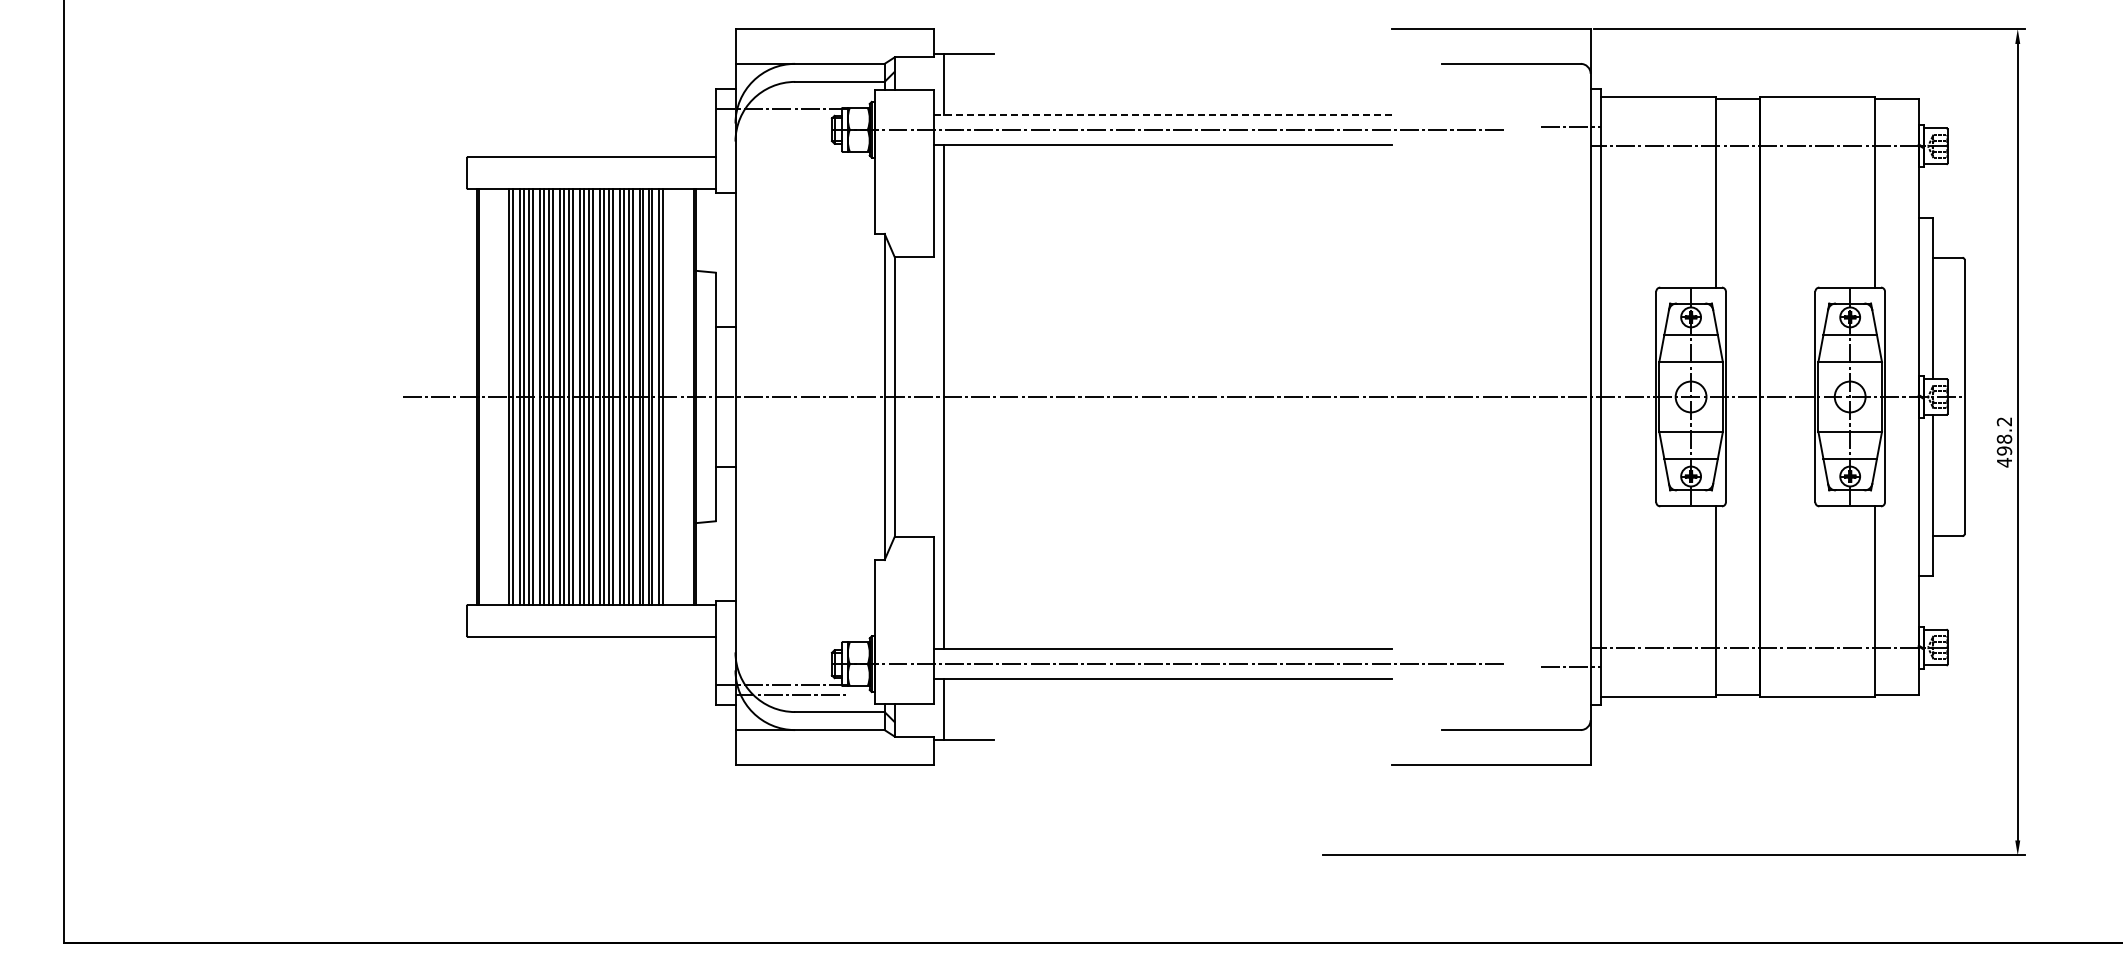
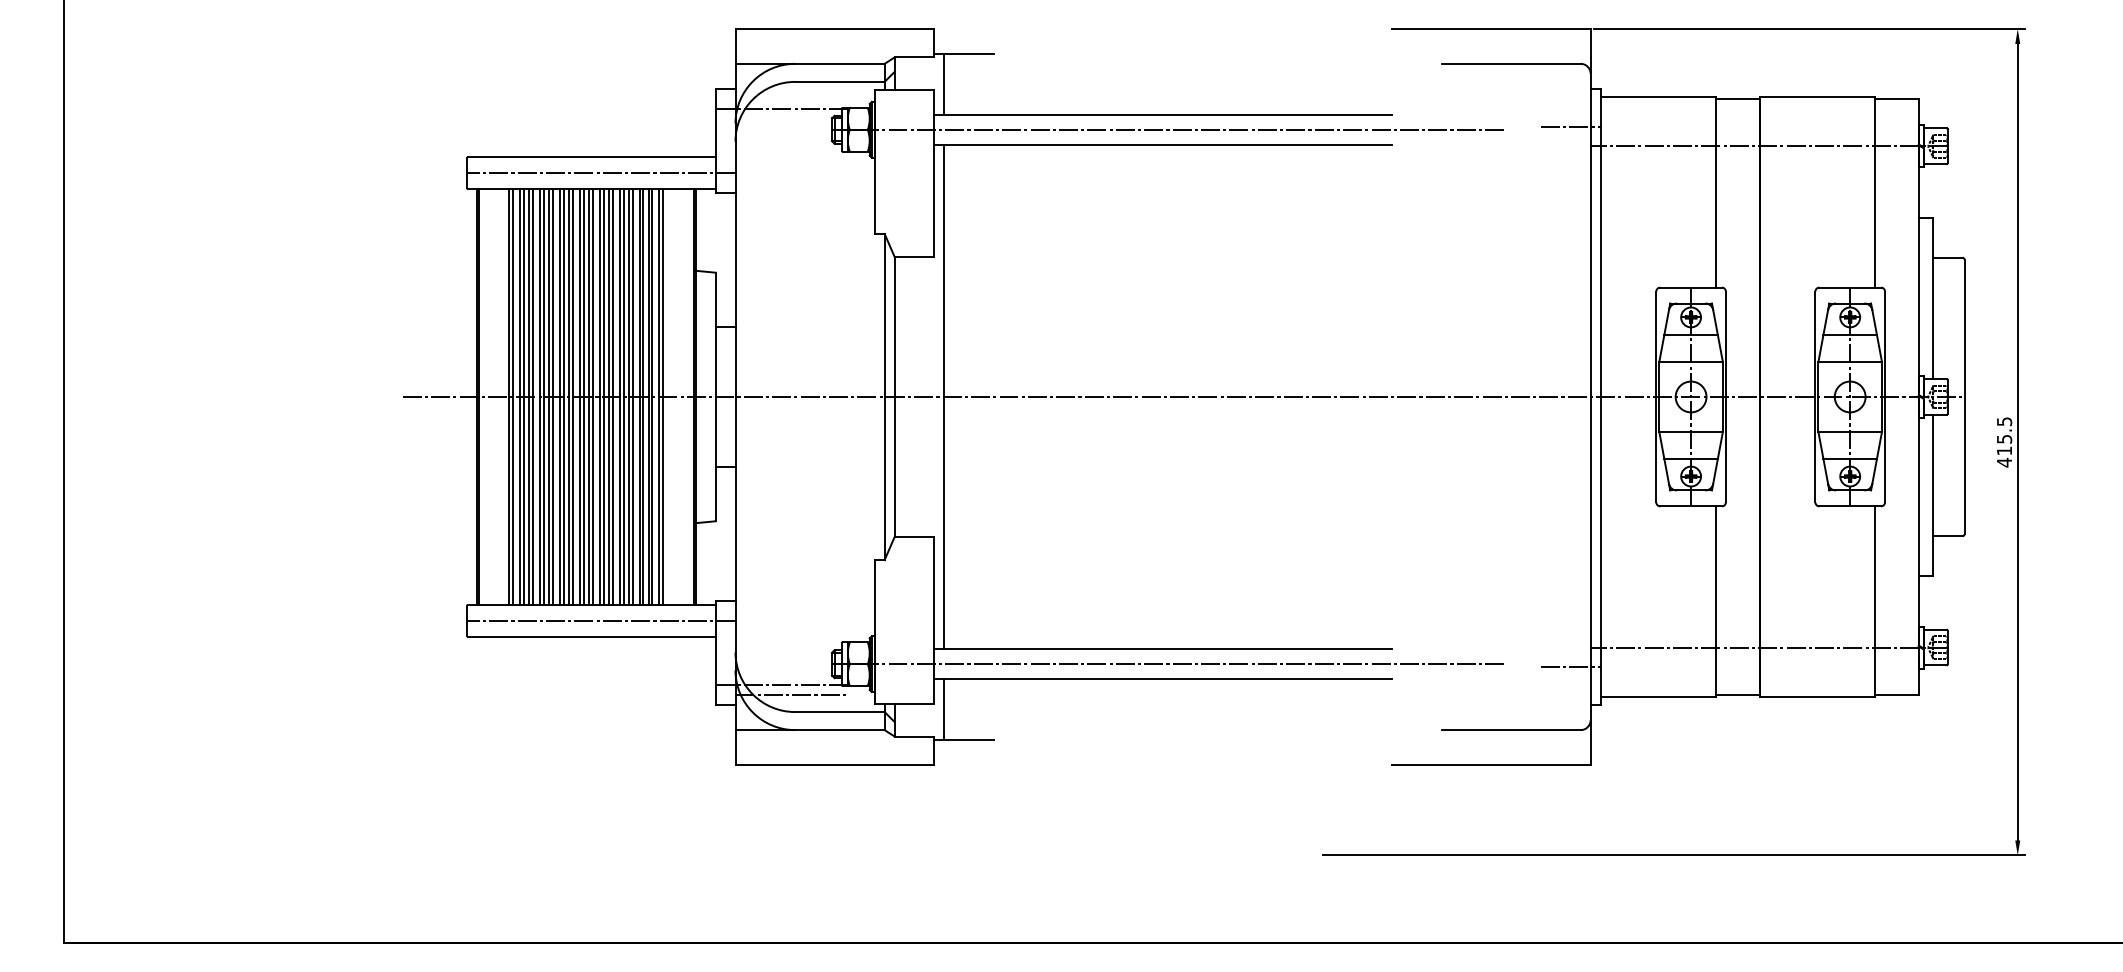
line at (1163, 114): dashed -> solid
line at (601, 173): none -> present
text at (2004, 436): 498.2 -> 415.5
line at (601, 620): none -> present
